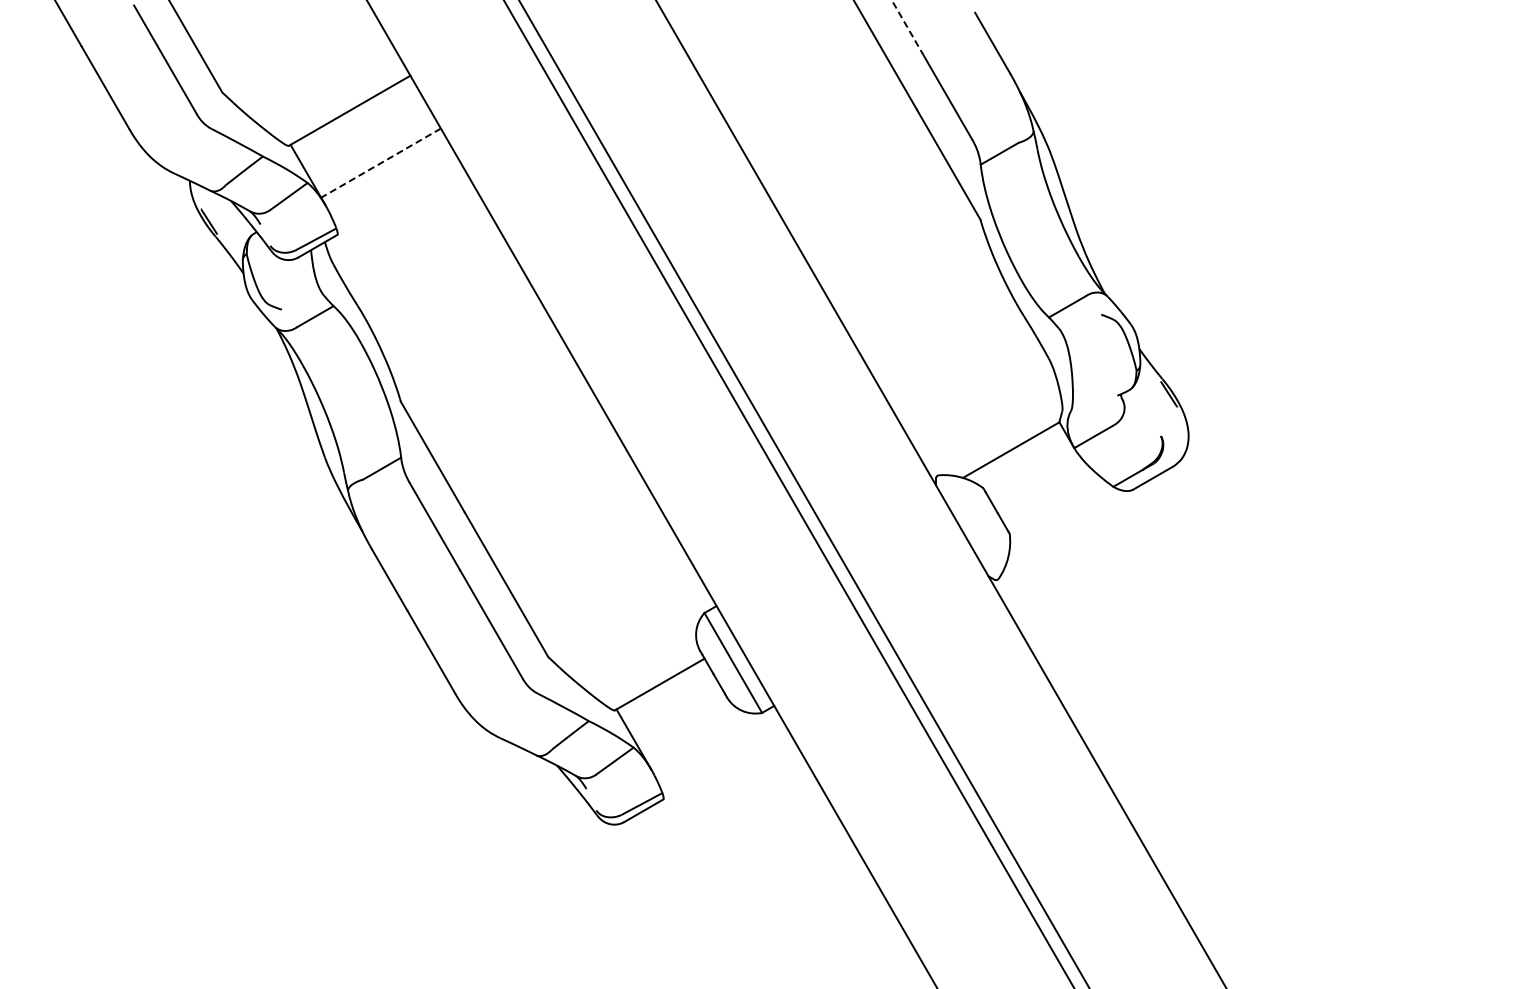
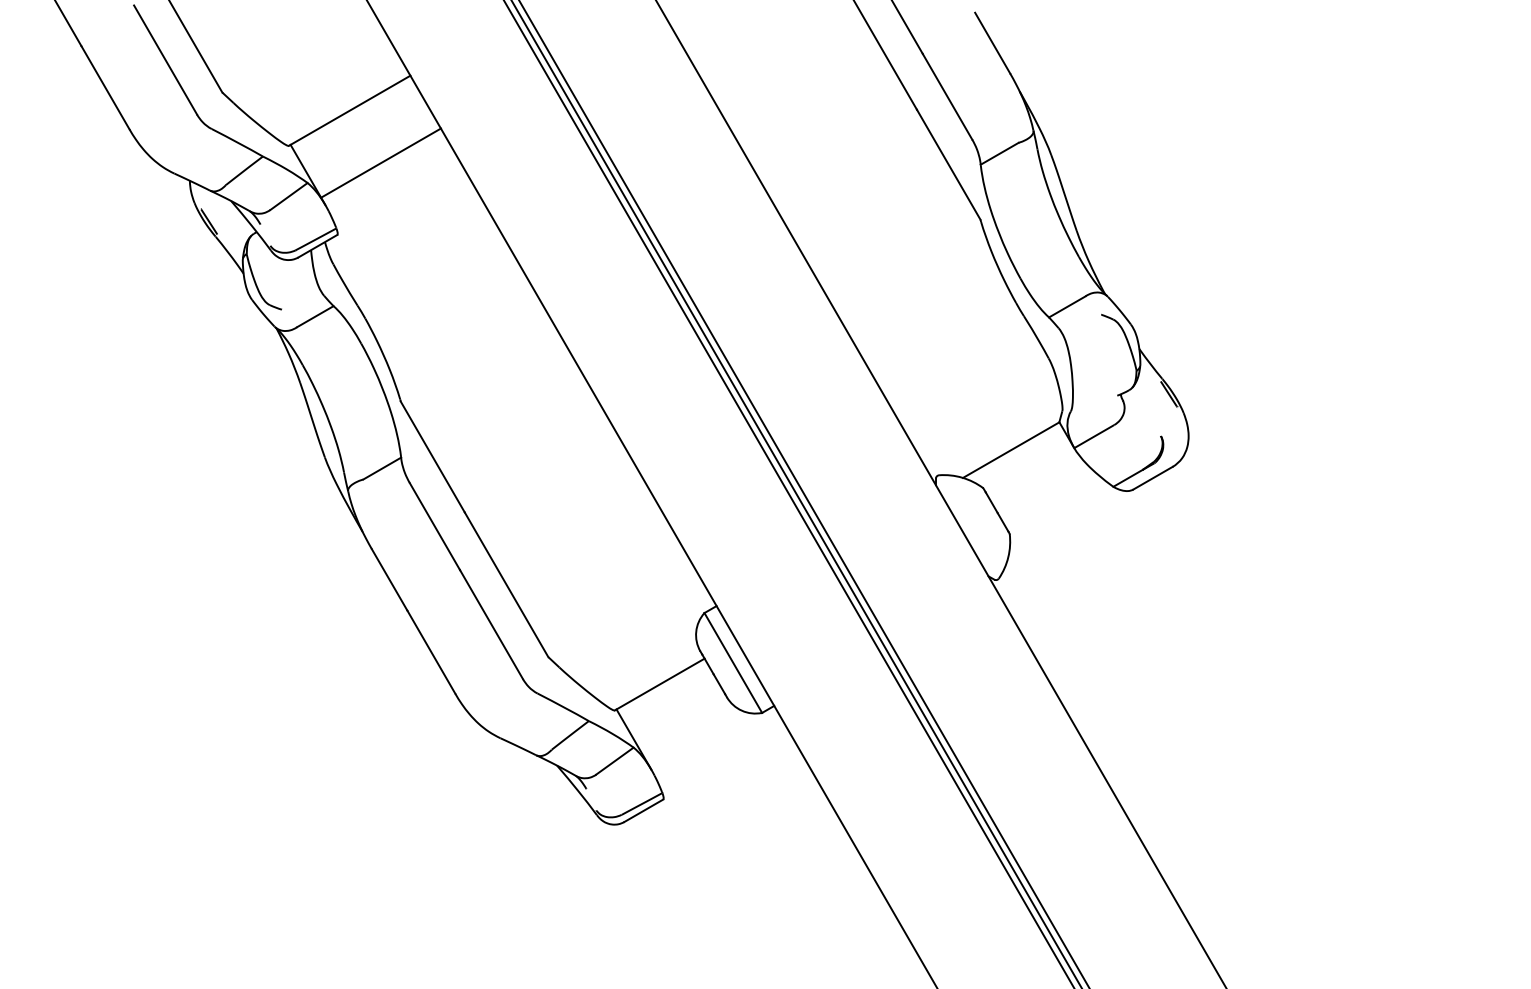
line at (907, 27): dashed -> solid
line at (380, 163): dashed -> solid
line at (796, 493): none -> present
